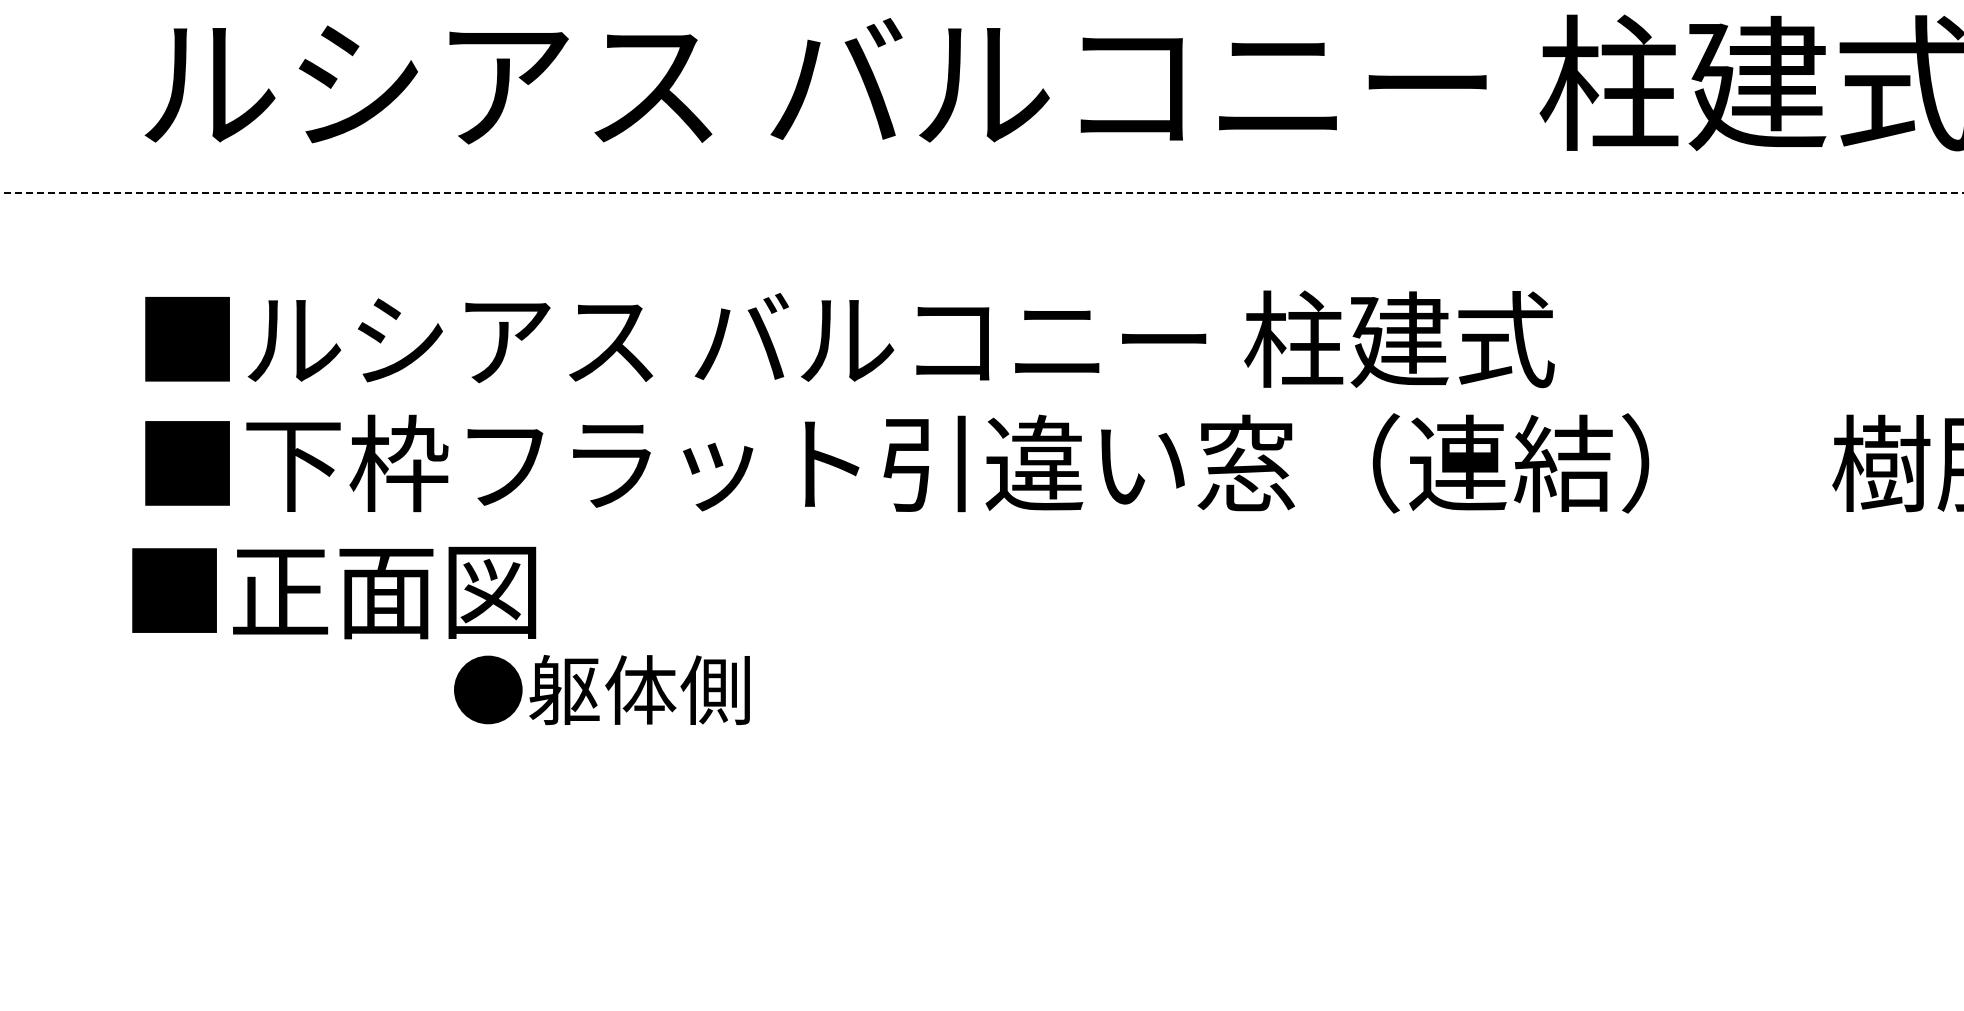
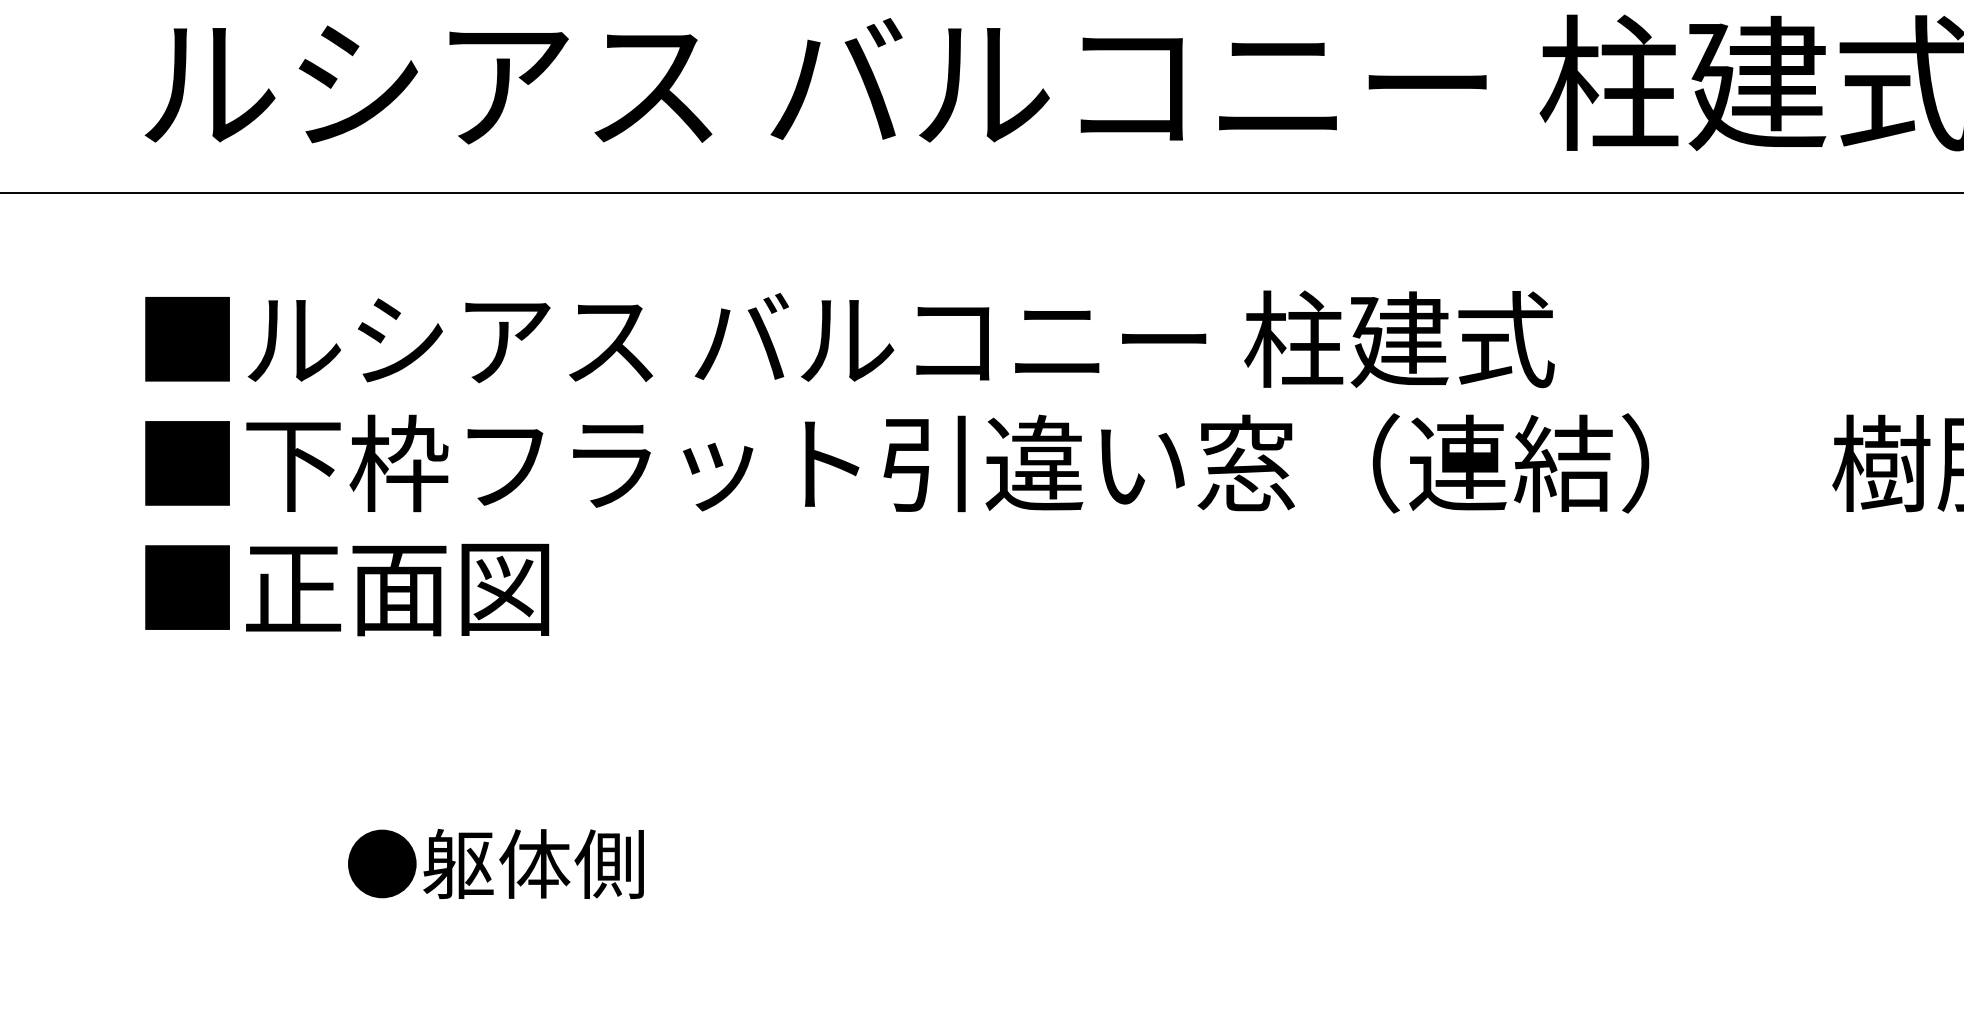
line at (981, 193): dashed -> solid
text at (334, 592) position: (334, 592) -> (347, 589)
text at (601, 689) position: (601, 689) -> (495, 863)
